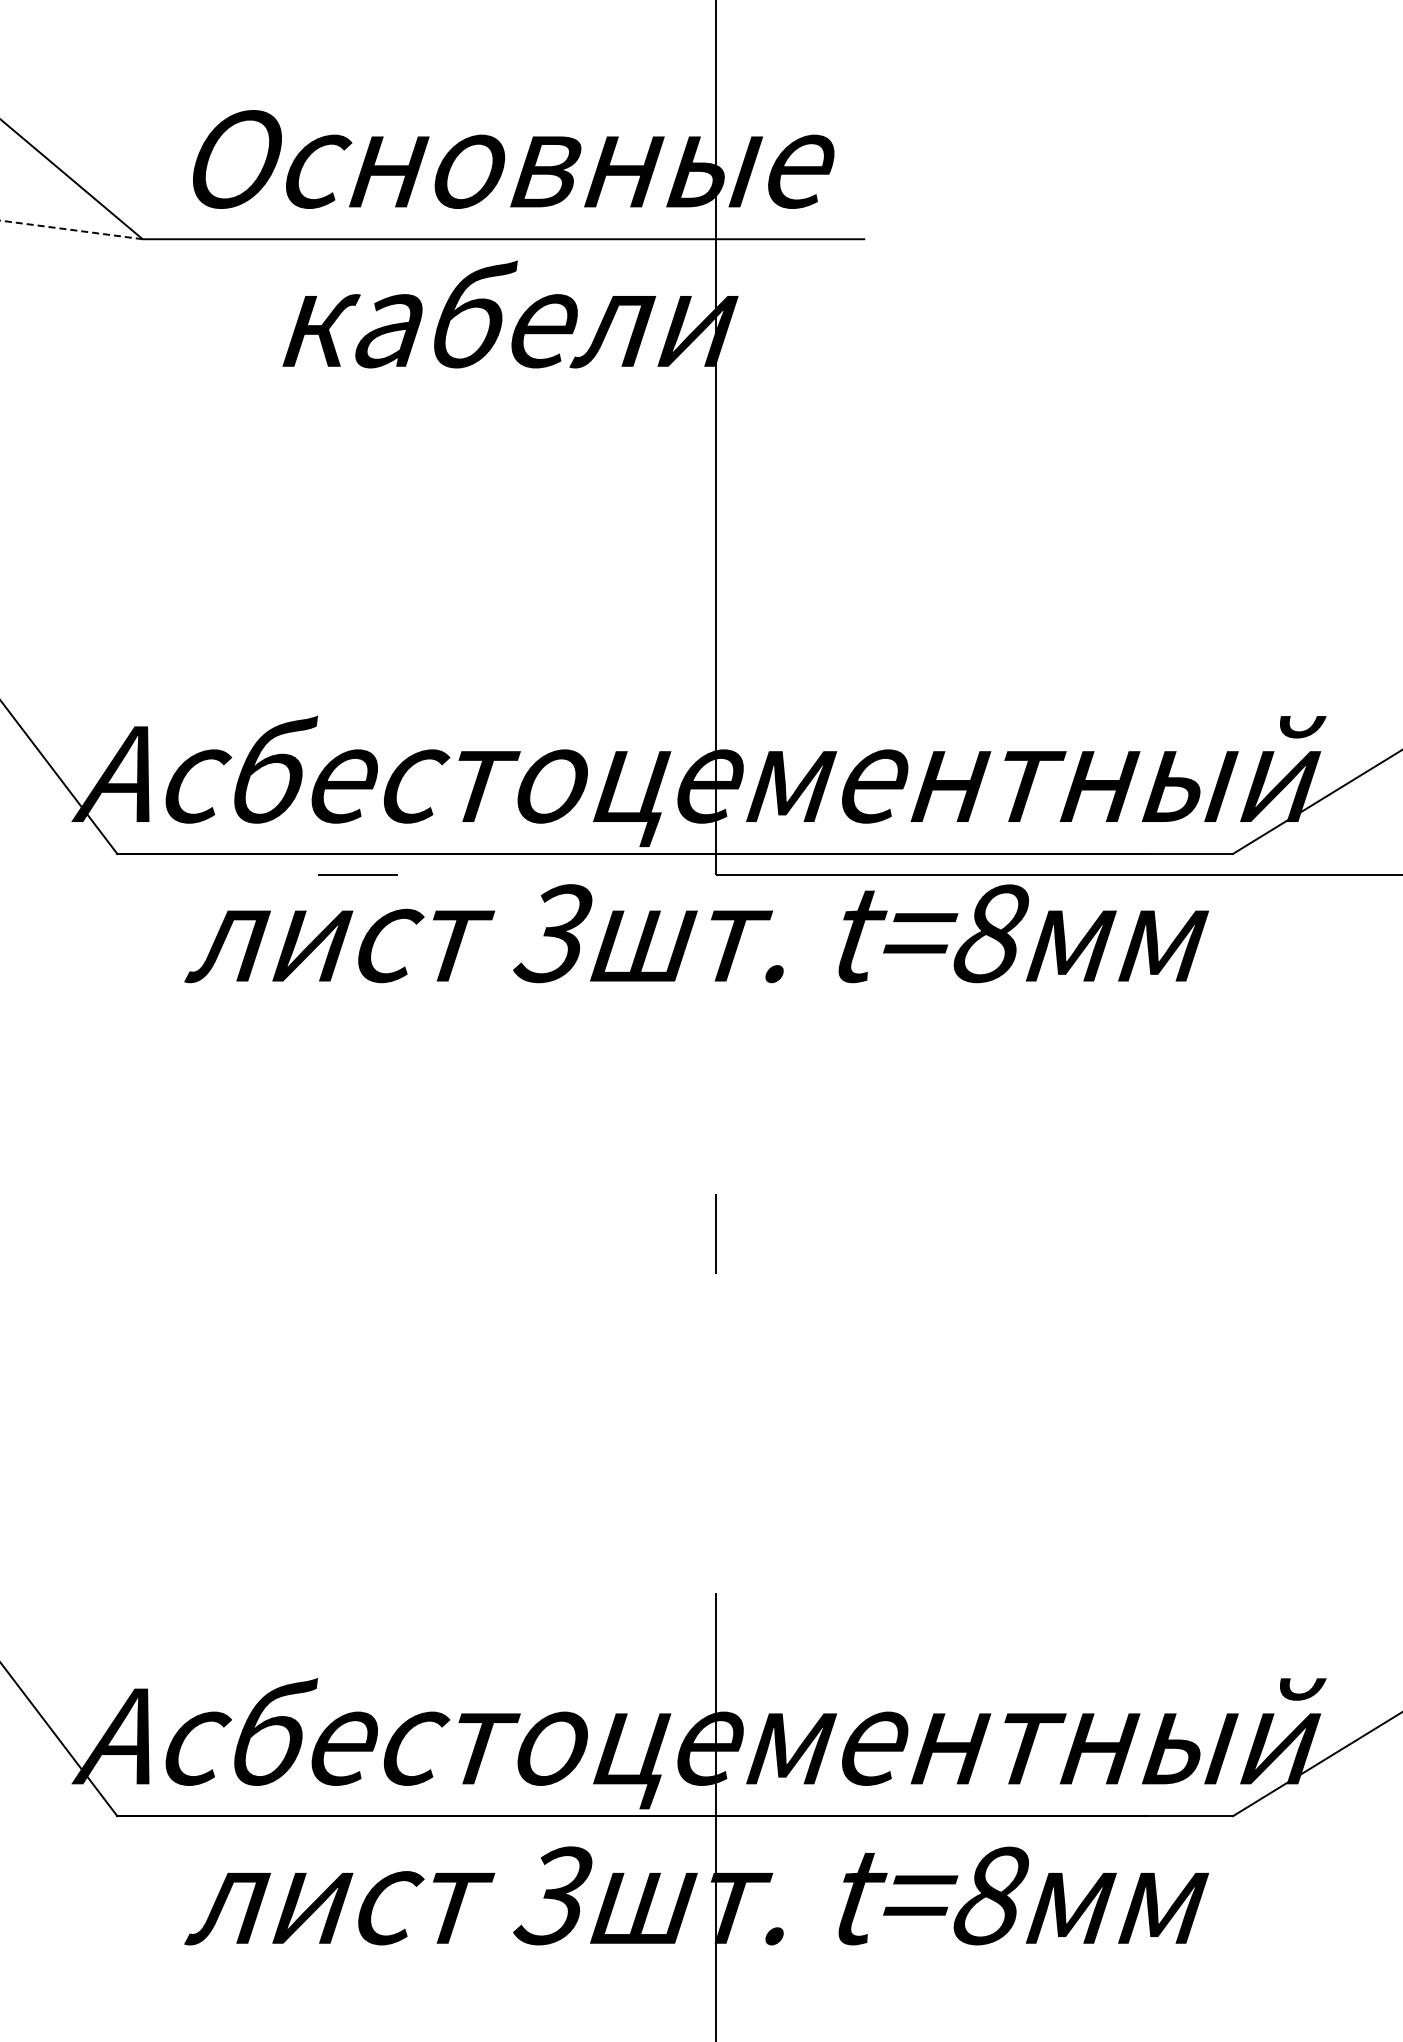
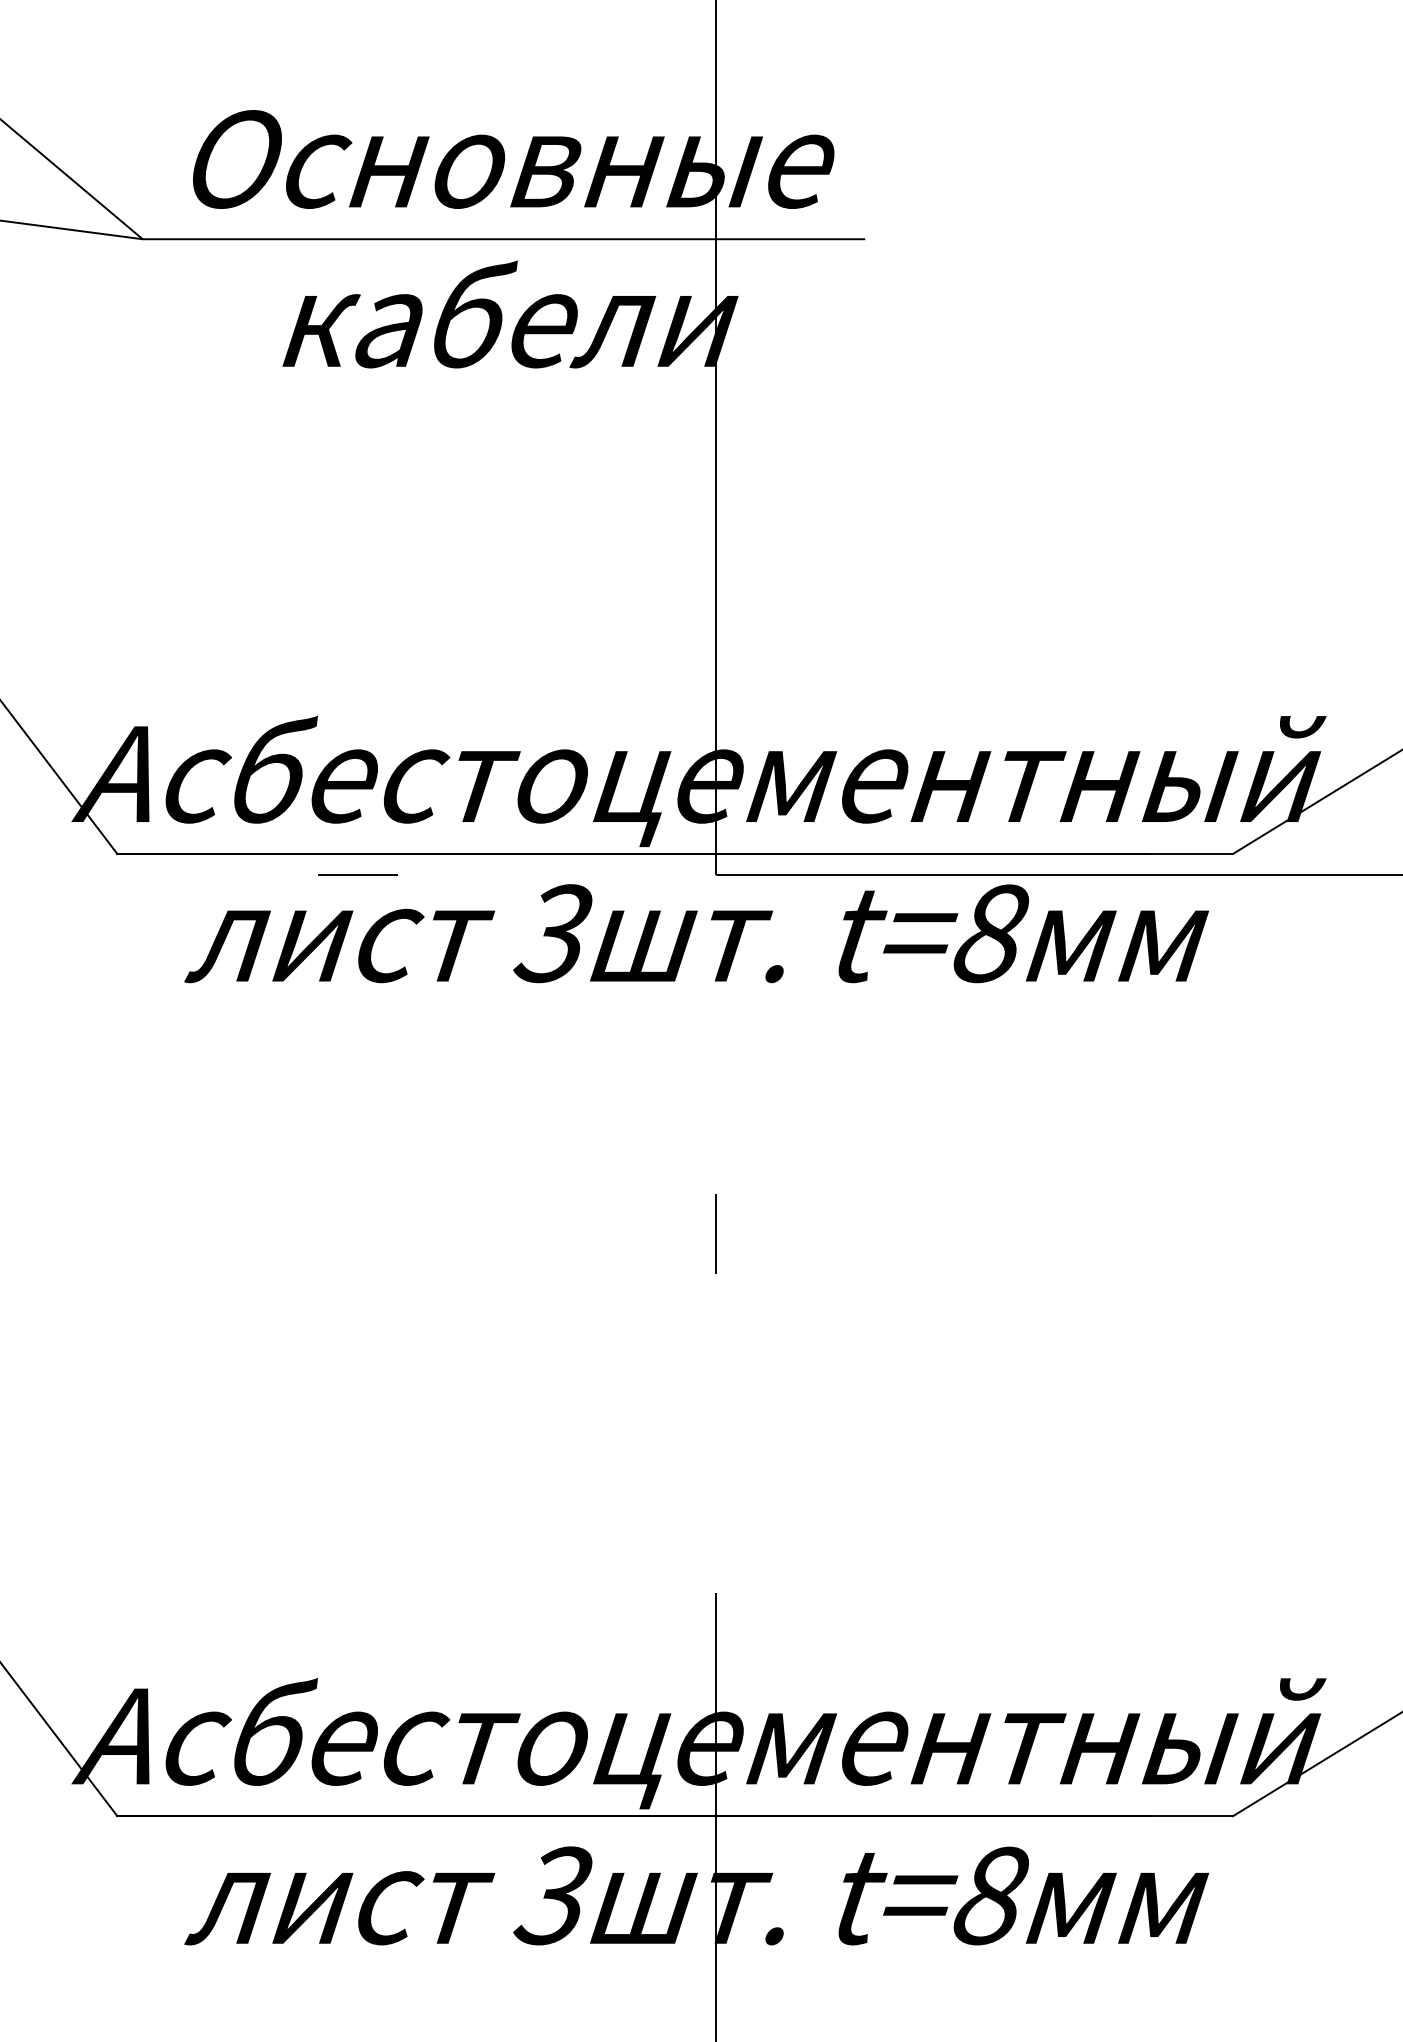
line at (71, 229): dashed -> solid
